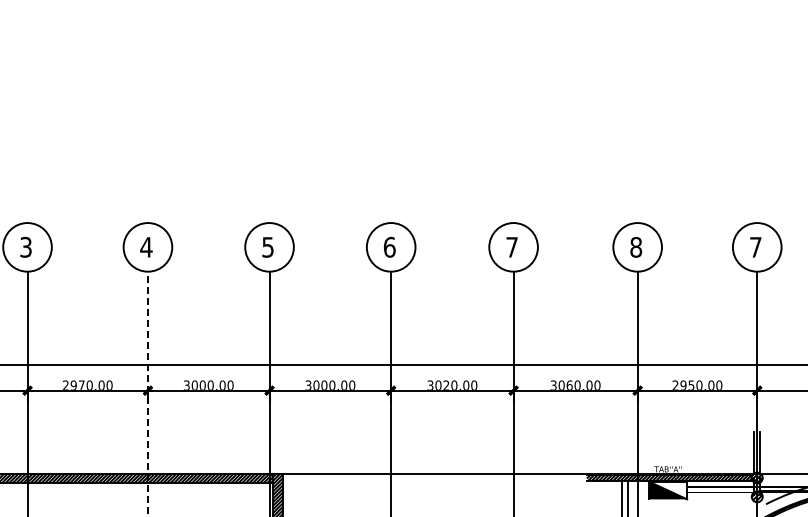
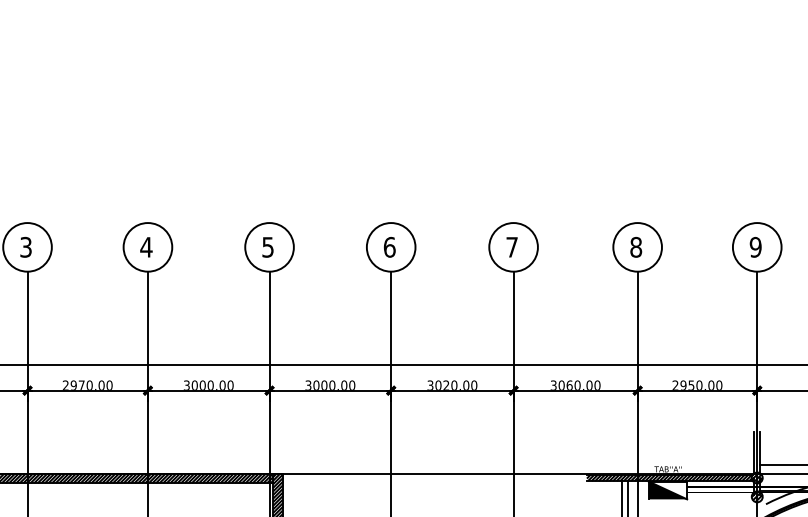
text at (755, 246): 7 -> 9
line at (147, 393): dashed -> solid
line at (782, 464): none -> present
